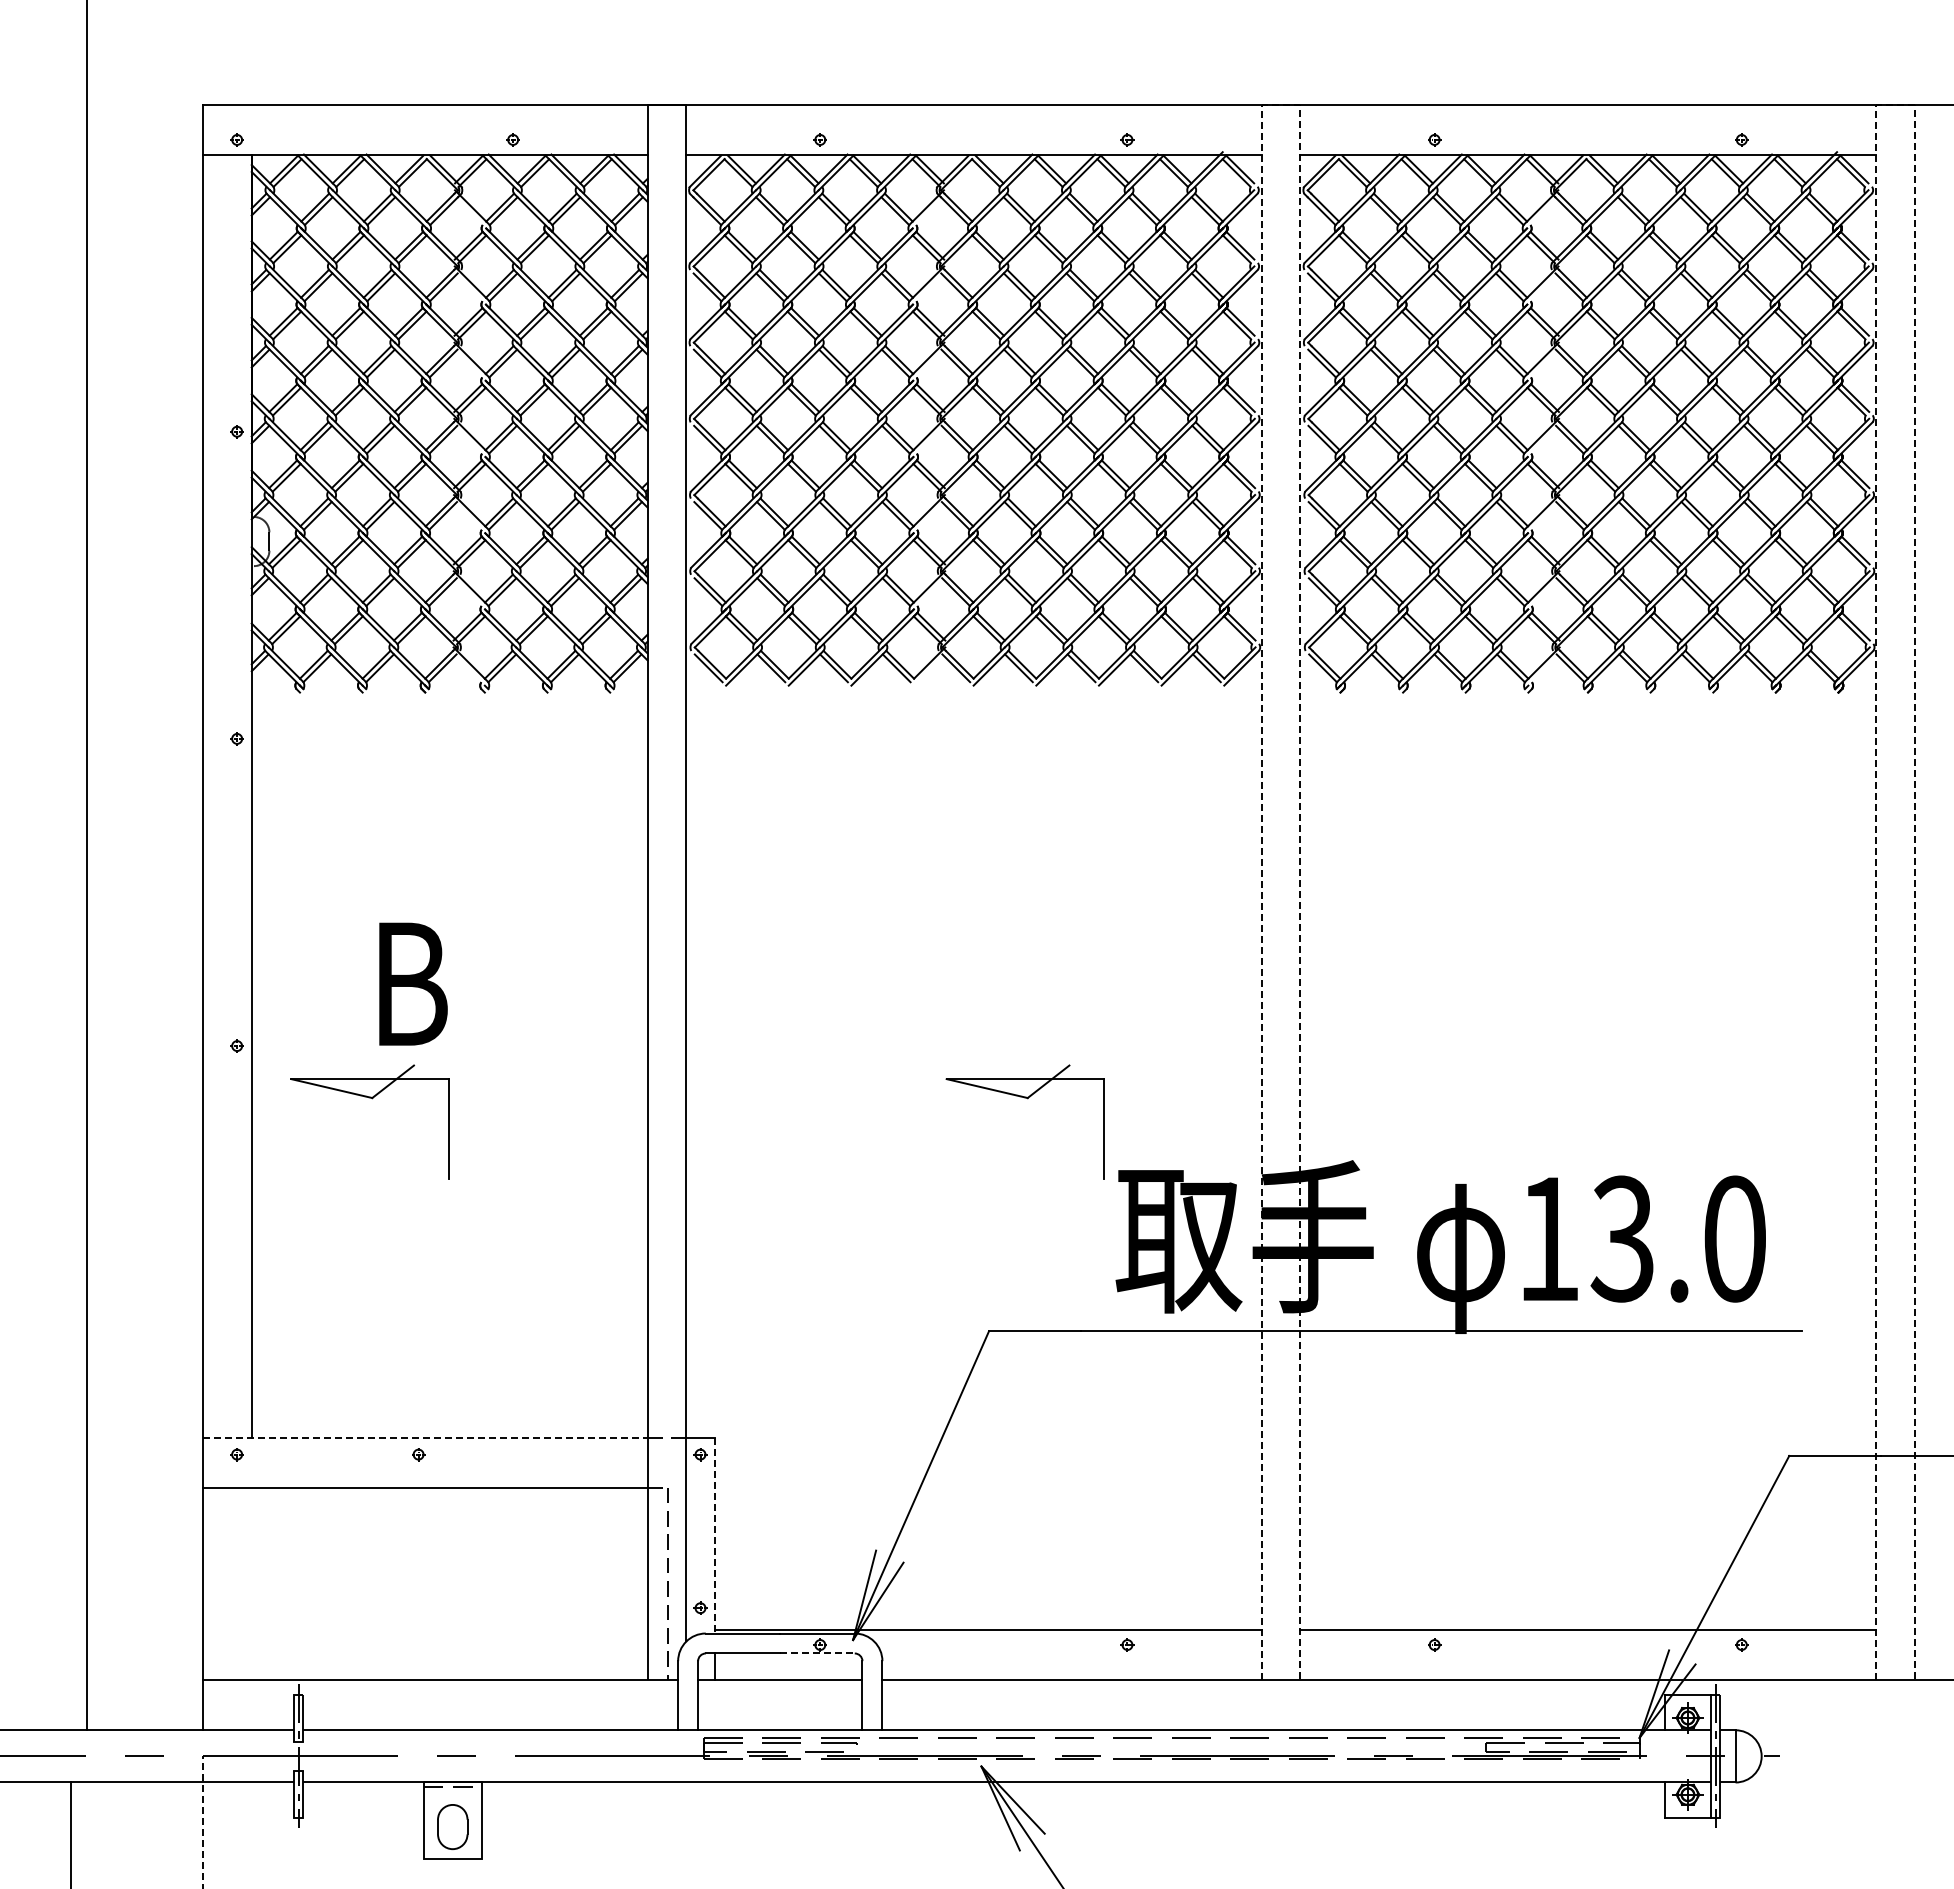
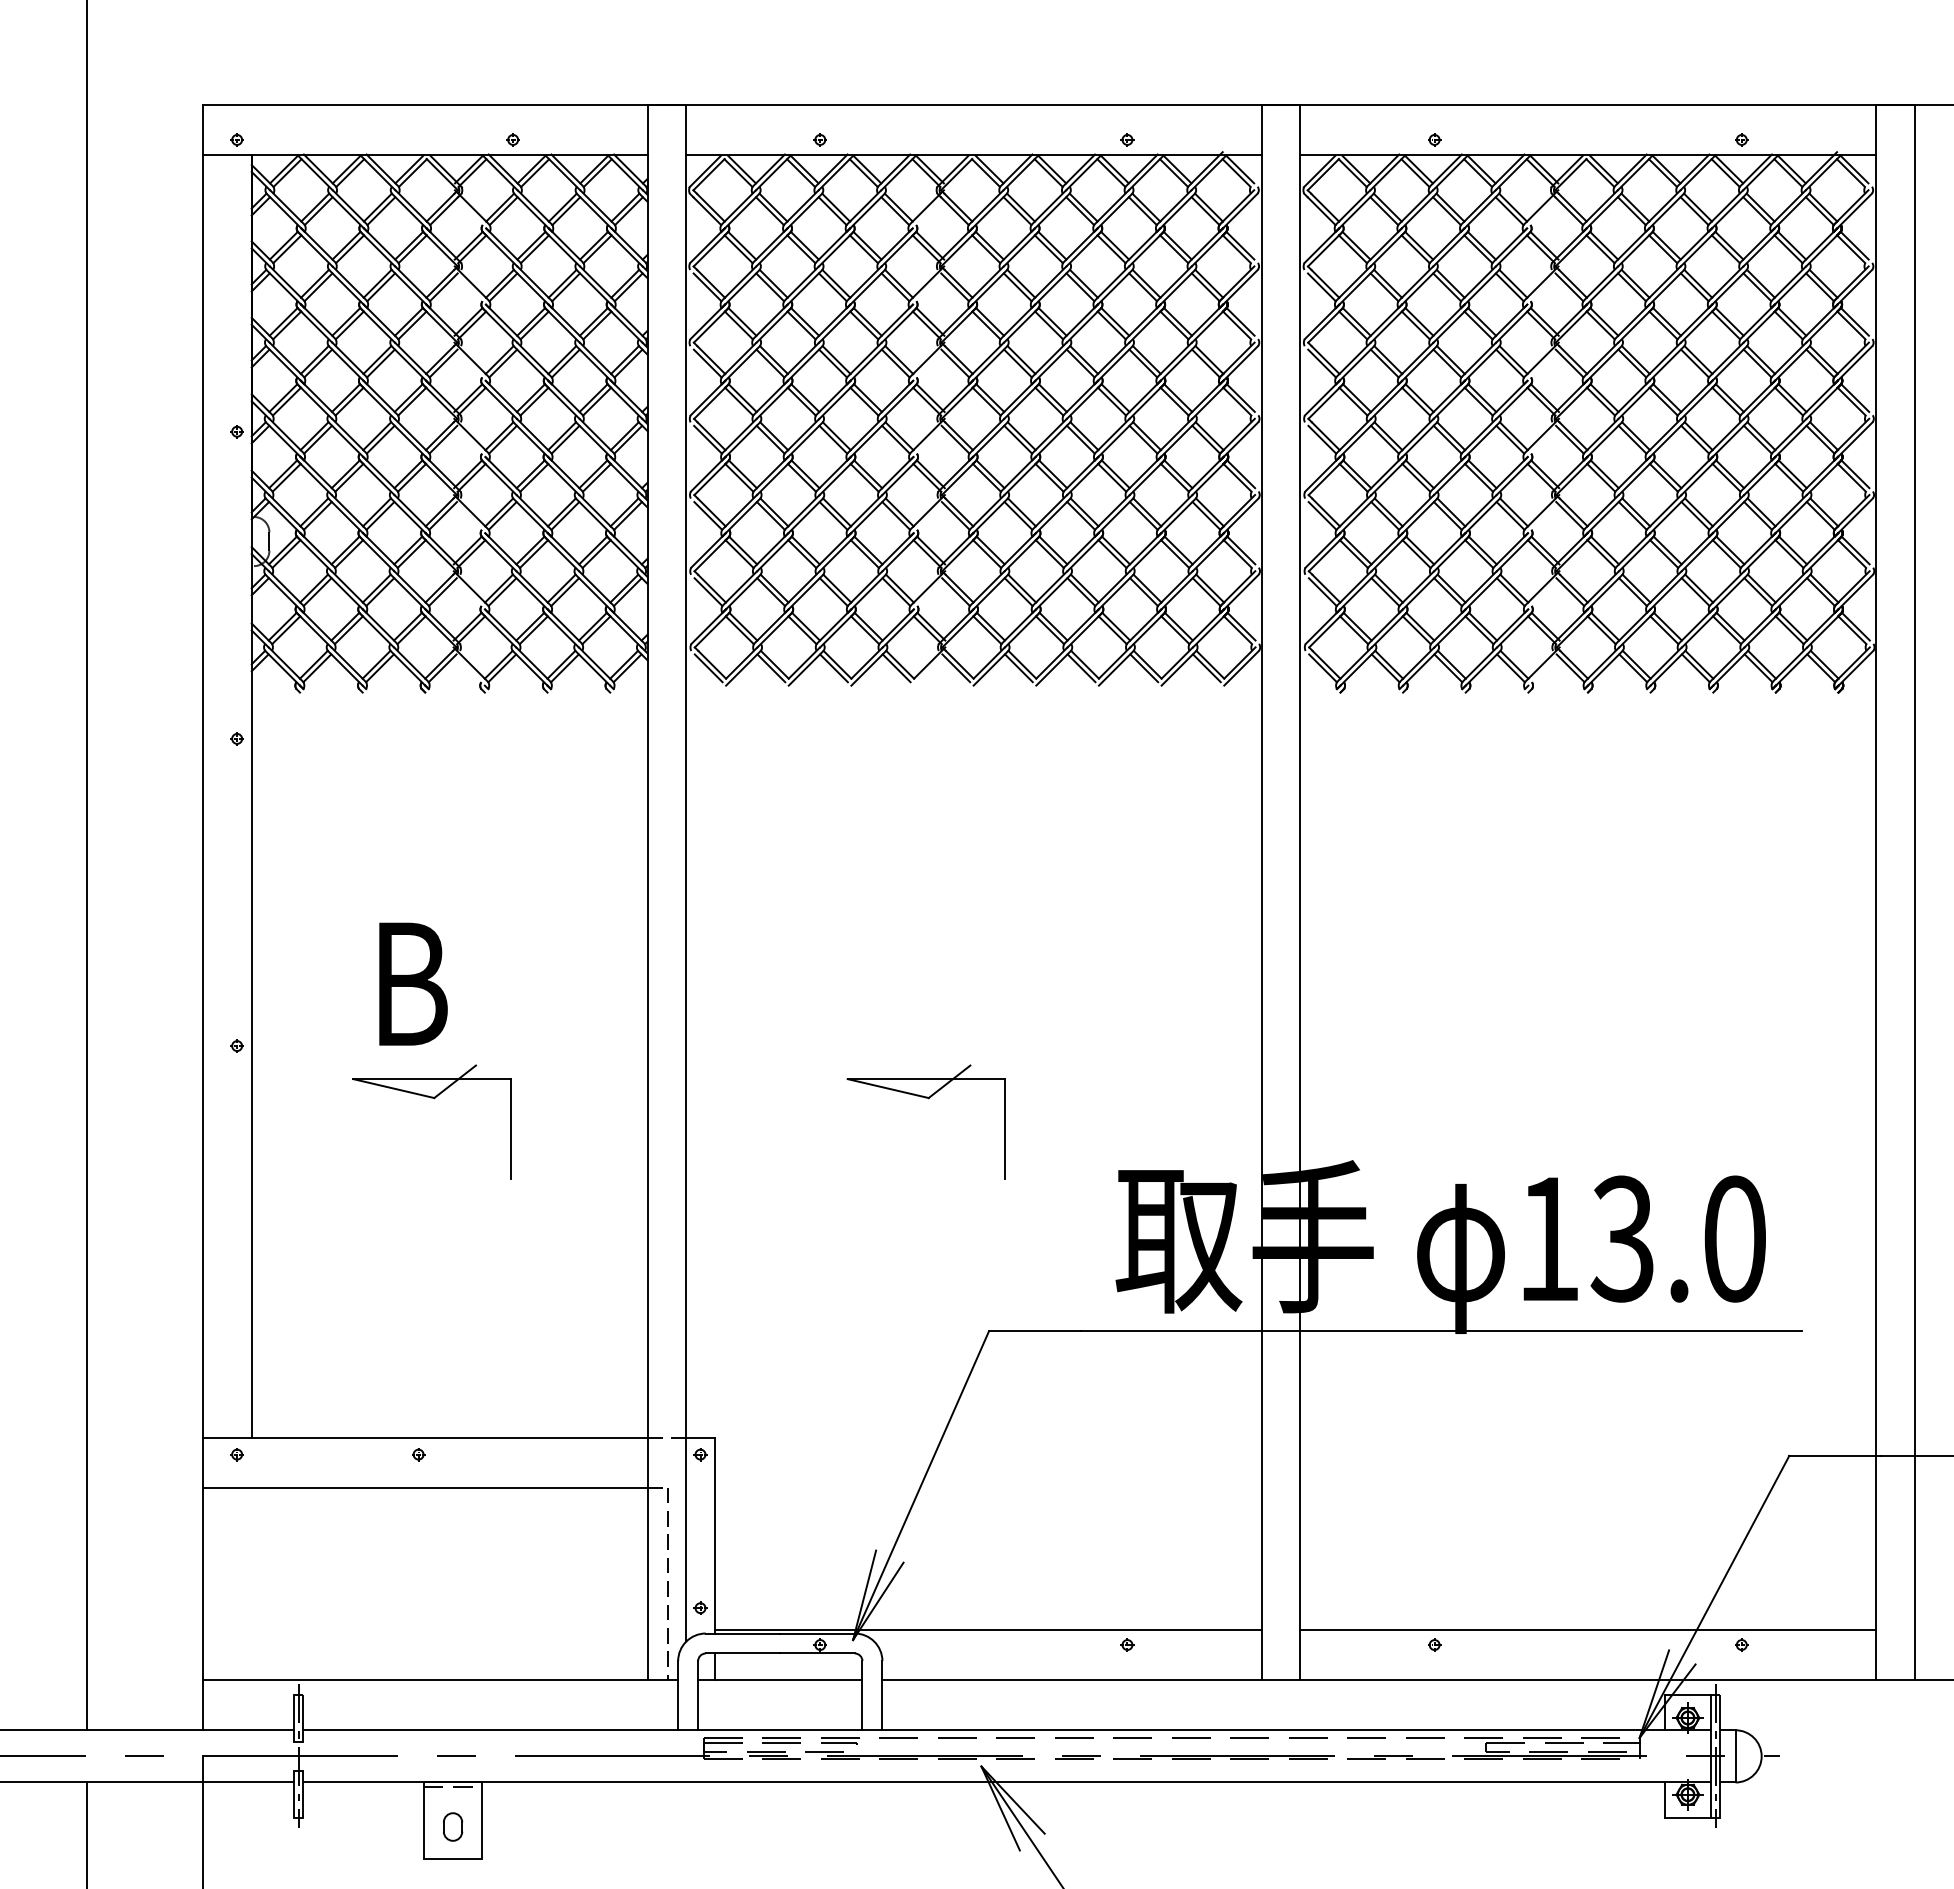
line at (1281, 105): dashed -> solid
line at (1895, 105): dashed -> solid
part at (372, 1099) position: (372, 1099) -> (434, 1099)
part at (1027, 1099) position: (1027, 1099) -> (928, 1099)
line at (425, 1438): dashed -> solid
line at (715, 1535): dashed -> solid
line at (818, 1653): dashed -> solid
line at (202, 1822): dashed -> solid
part at (452, 1827) size: 32x47 px -> 21x30 px
line at (71, 1833) position: (71, 1833) -> (87, 1833)
